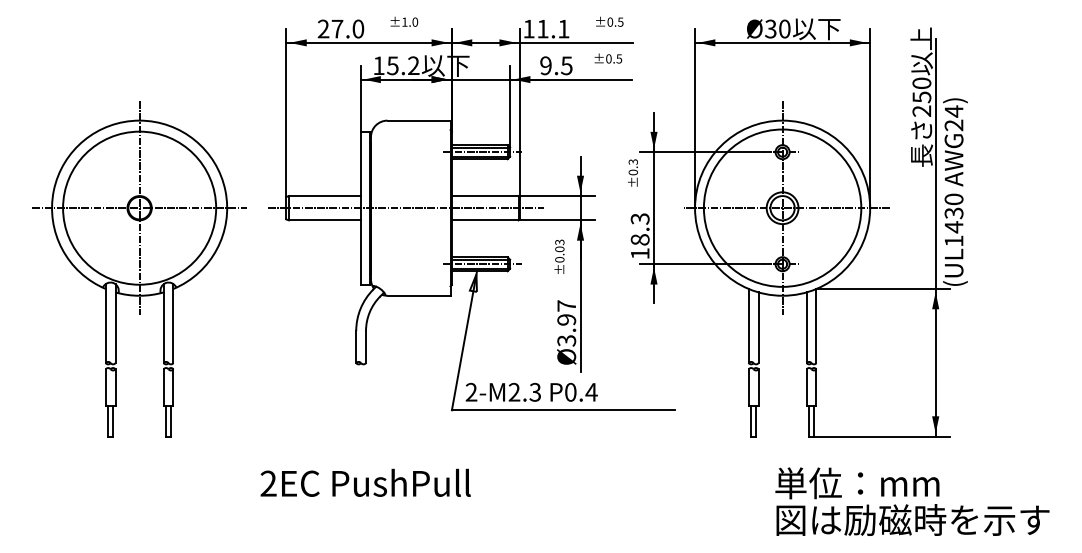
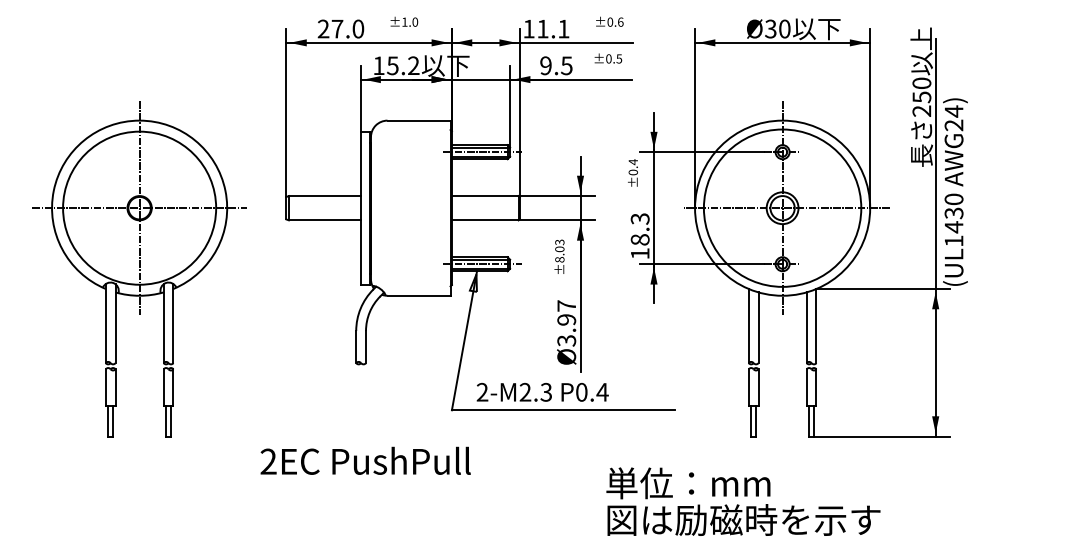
text at (620, 21): ±0.5 -> ±0.6
text at (632, 162): ±0.3 -> ±0.4
line at (405, 208): present -> none
text at (560, 259): ±0.03 -> ±8.03
text at (531, 392) position: (531, 392) -> (542, 392)
text at (365, 482) position: (365, 482) -> (365, 460)
text at (912, 501) position: (912, 501) -> (743, 501)
